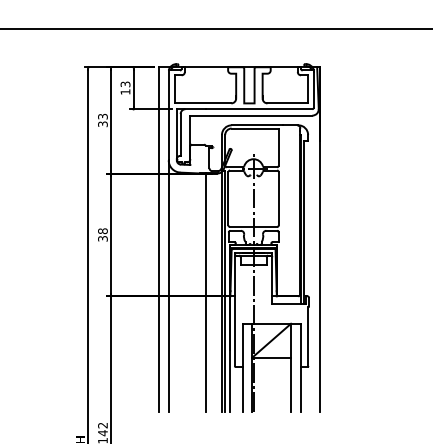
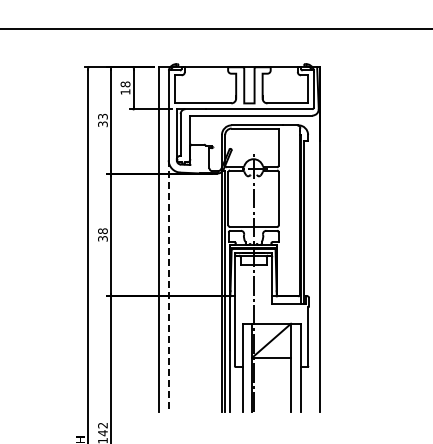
text at (125, 84): 13 -> 18
line at (168, 286): solid -> dashed
line at (205, 292): present -> none
